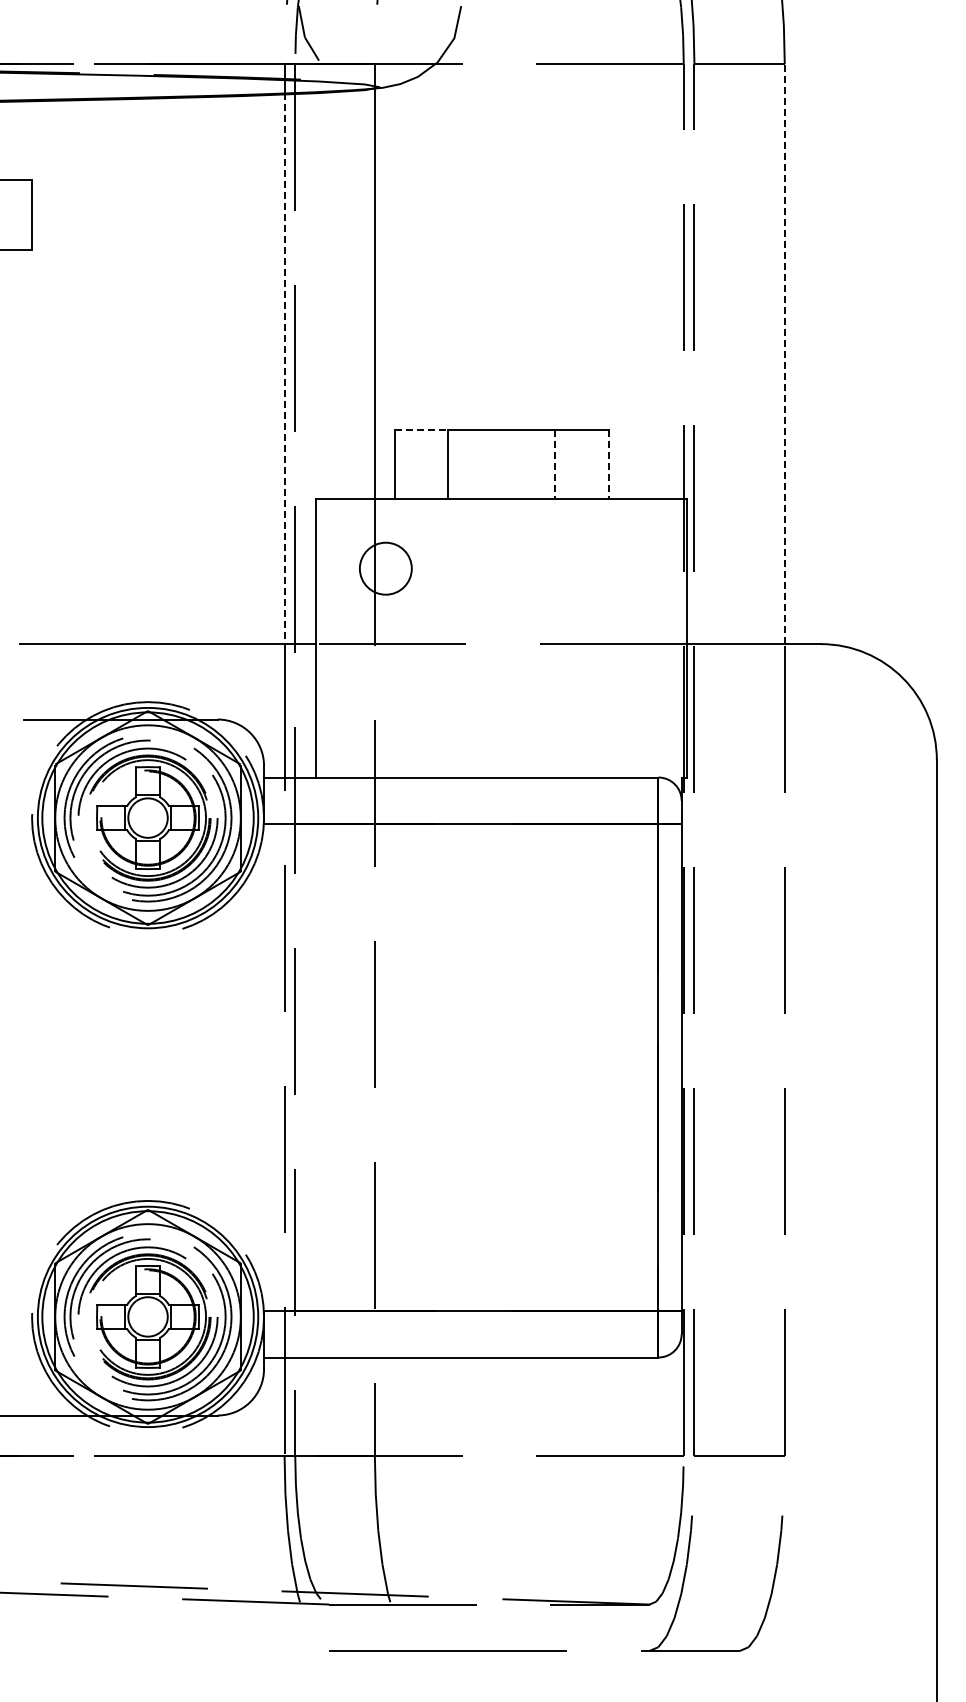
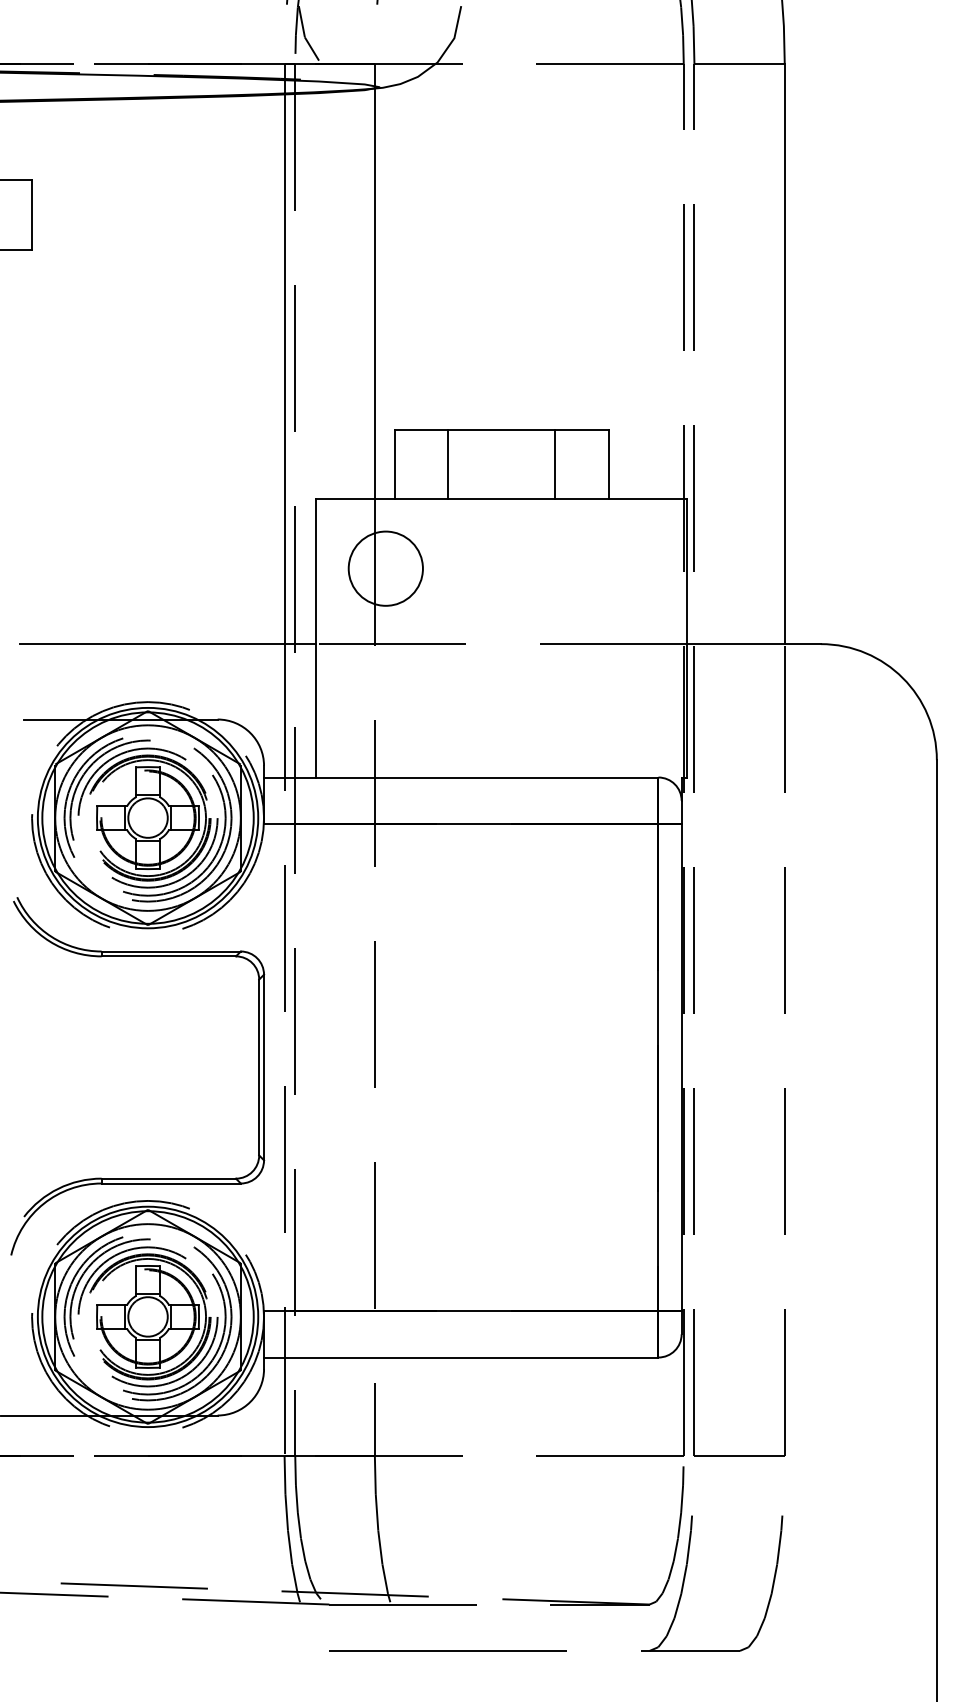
line at (784, 353): dashed -> solid
line at (284, 369): dashed -> solid
line at (421, 429): dashed -> solid
line at (555, 464): dashed -> solid
line at (609, 464): dashed -> solid
circle at (385, 568) diameter: 52 px -> 74 px
part at (137, 1178): none -> present
